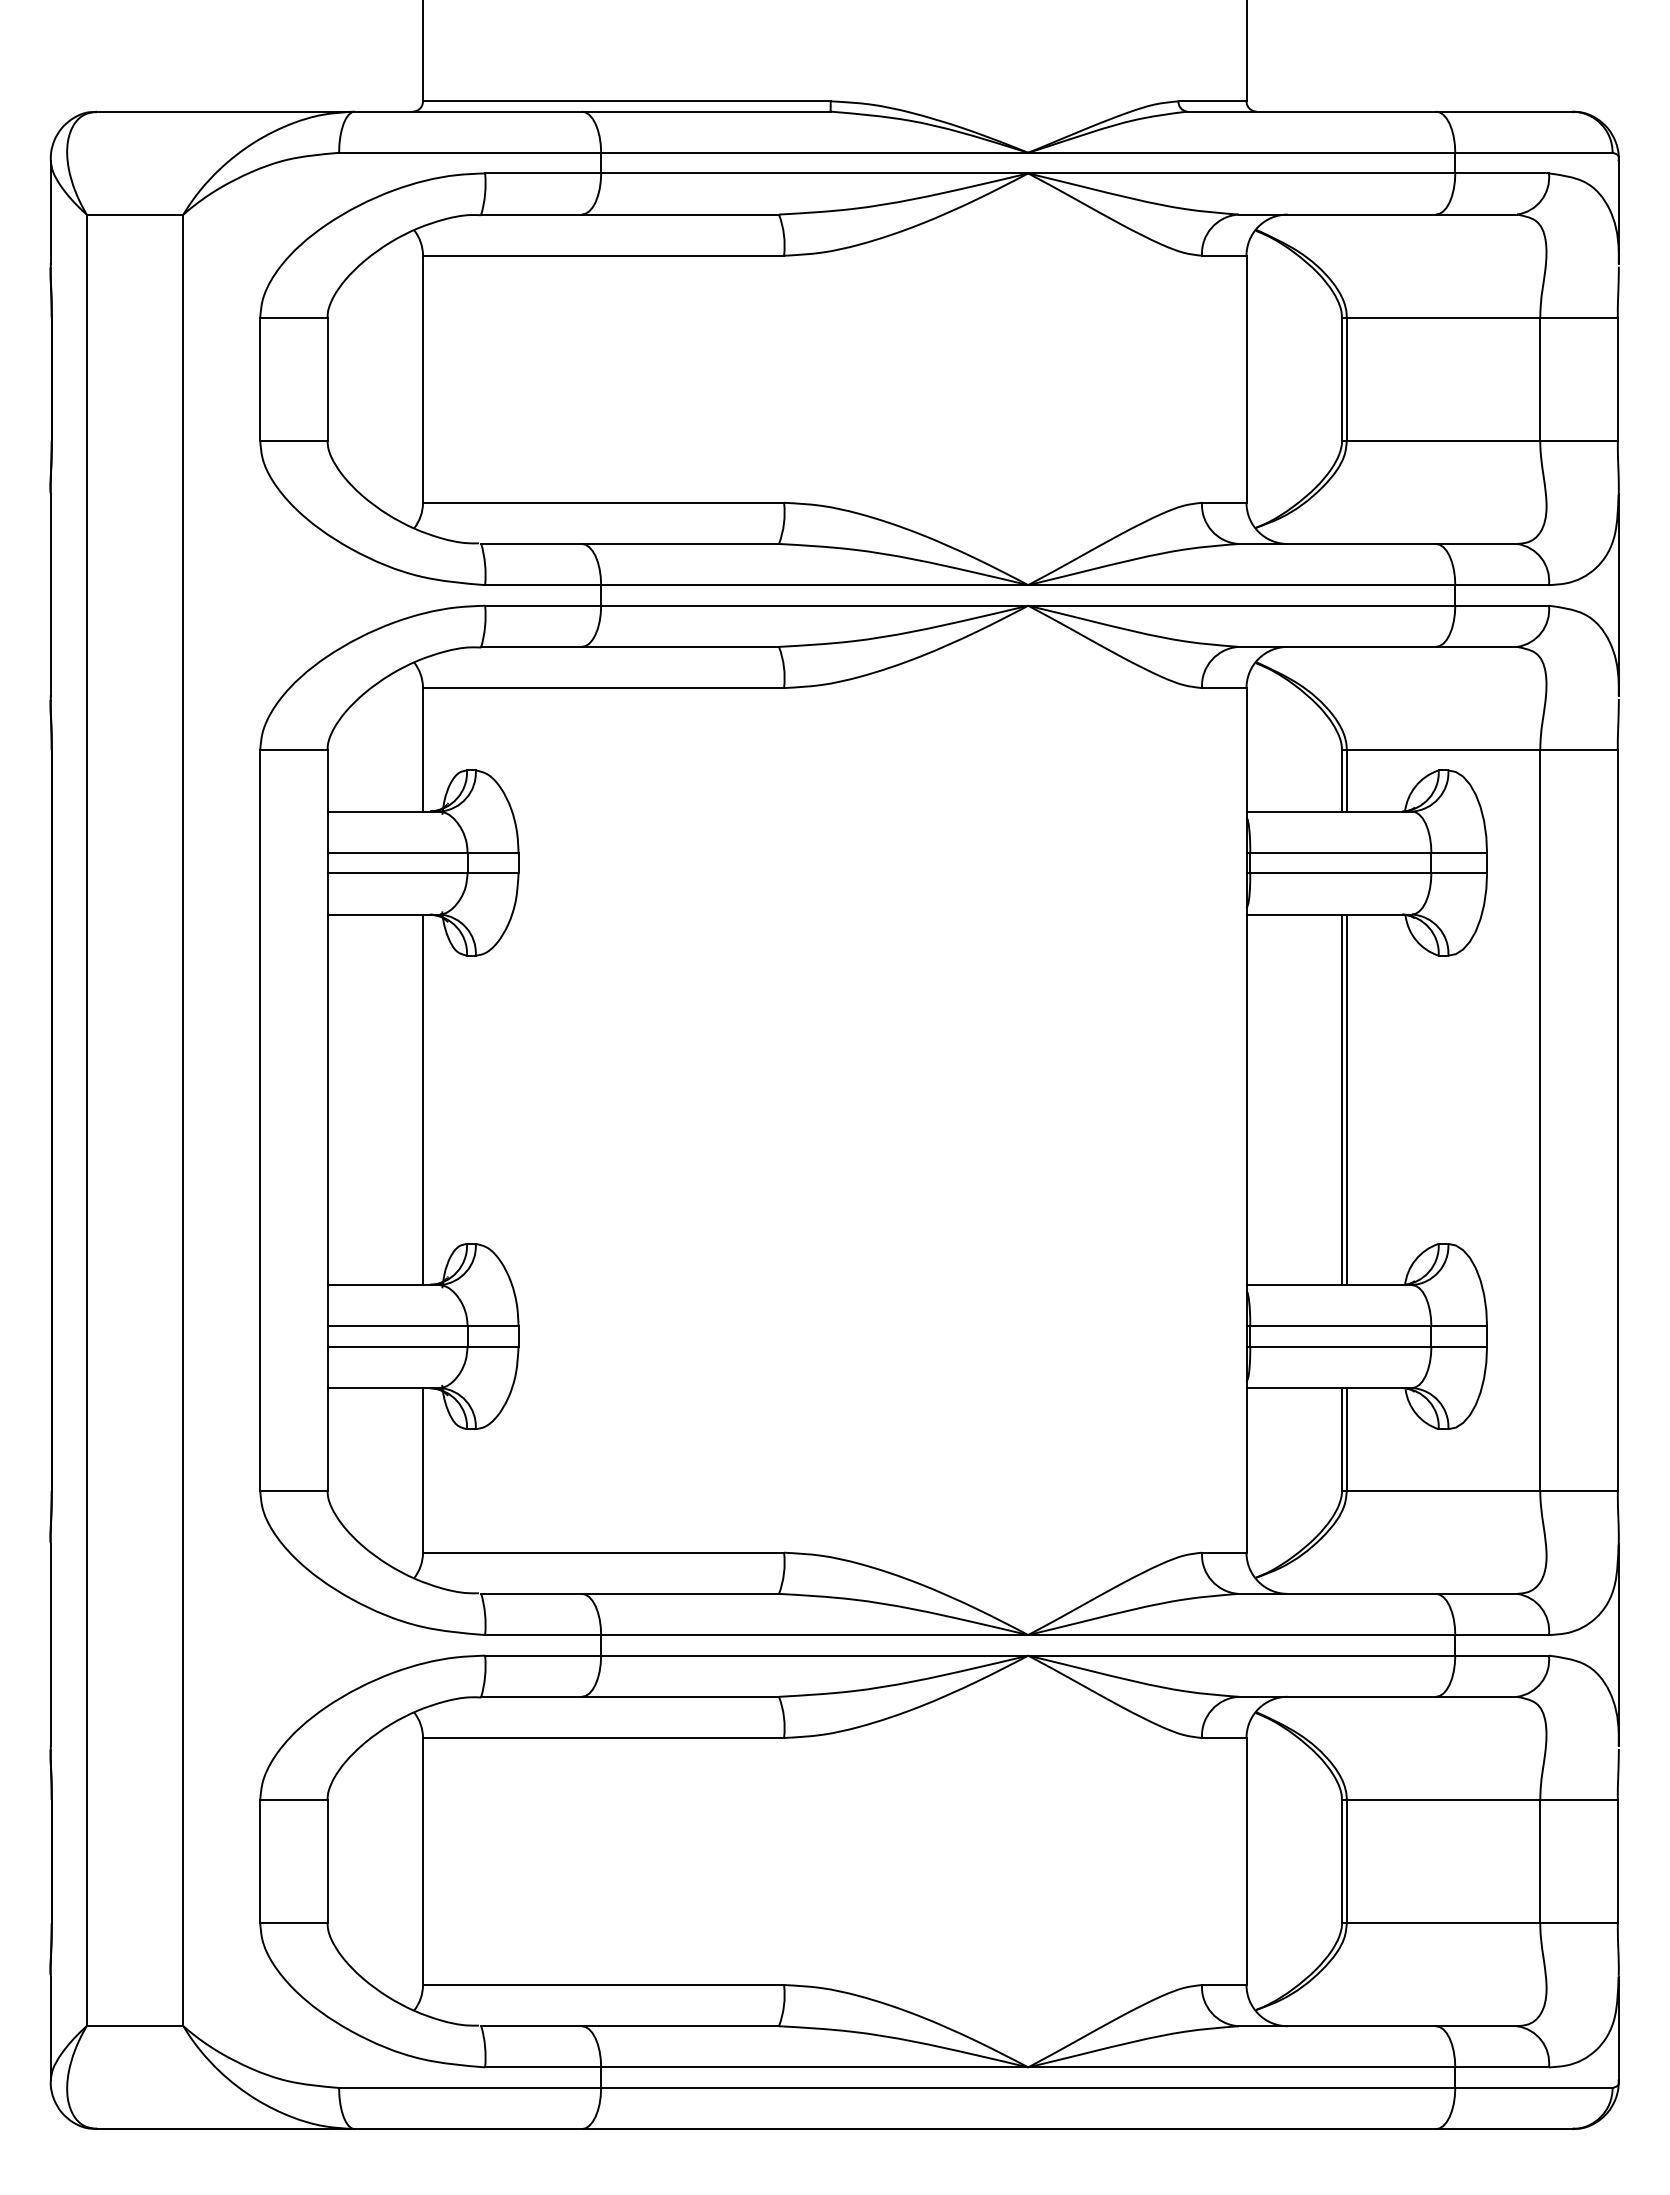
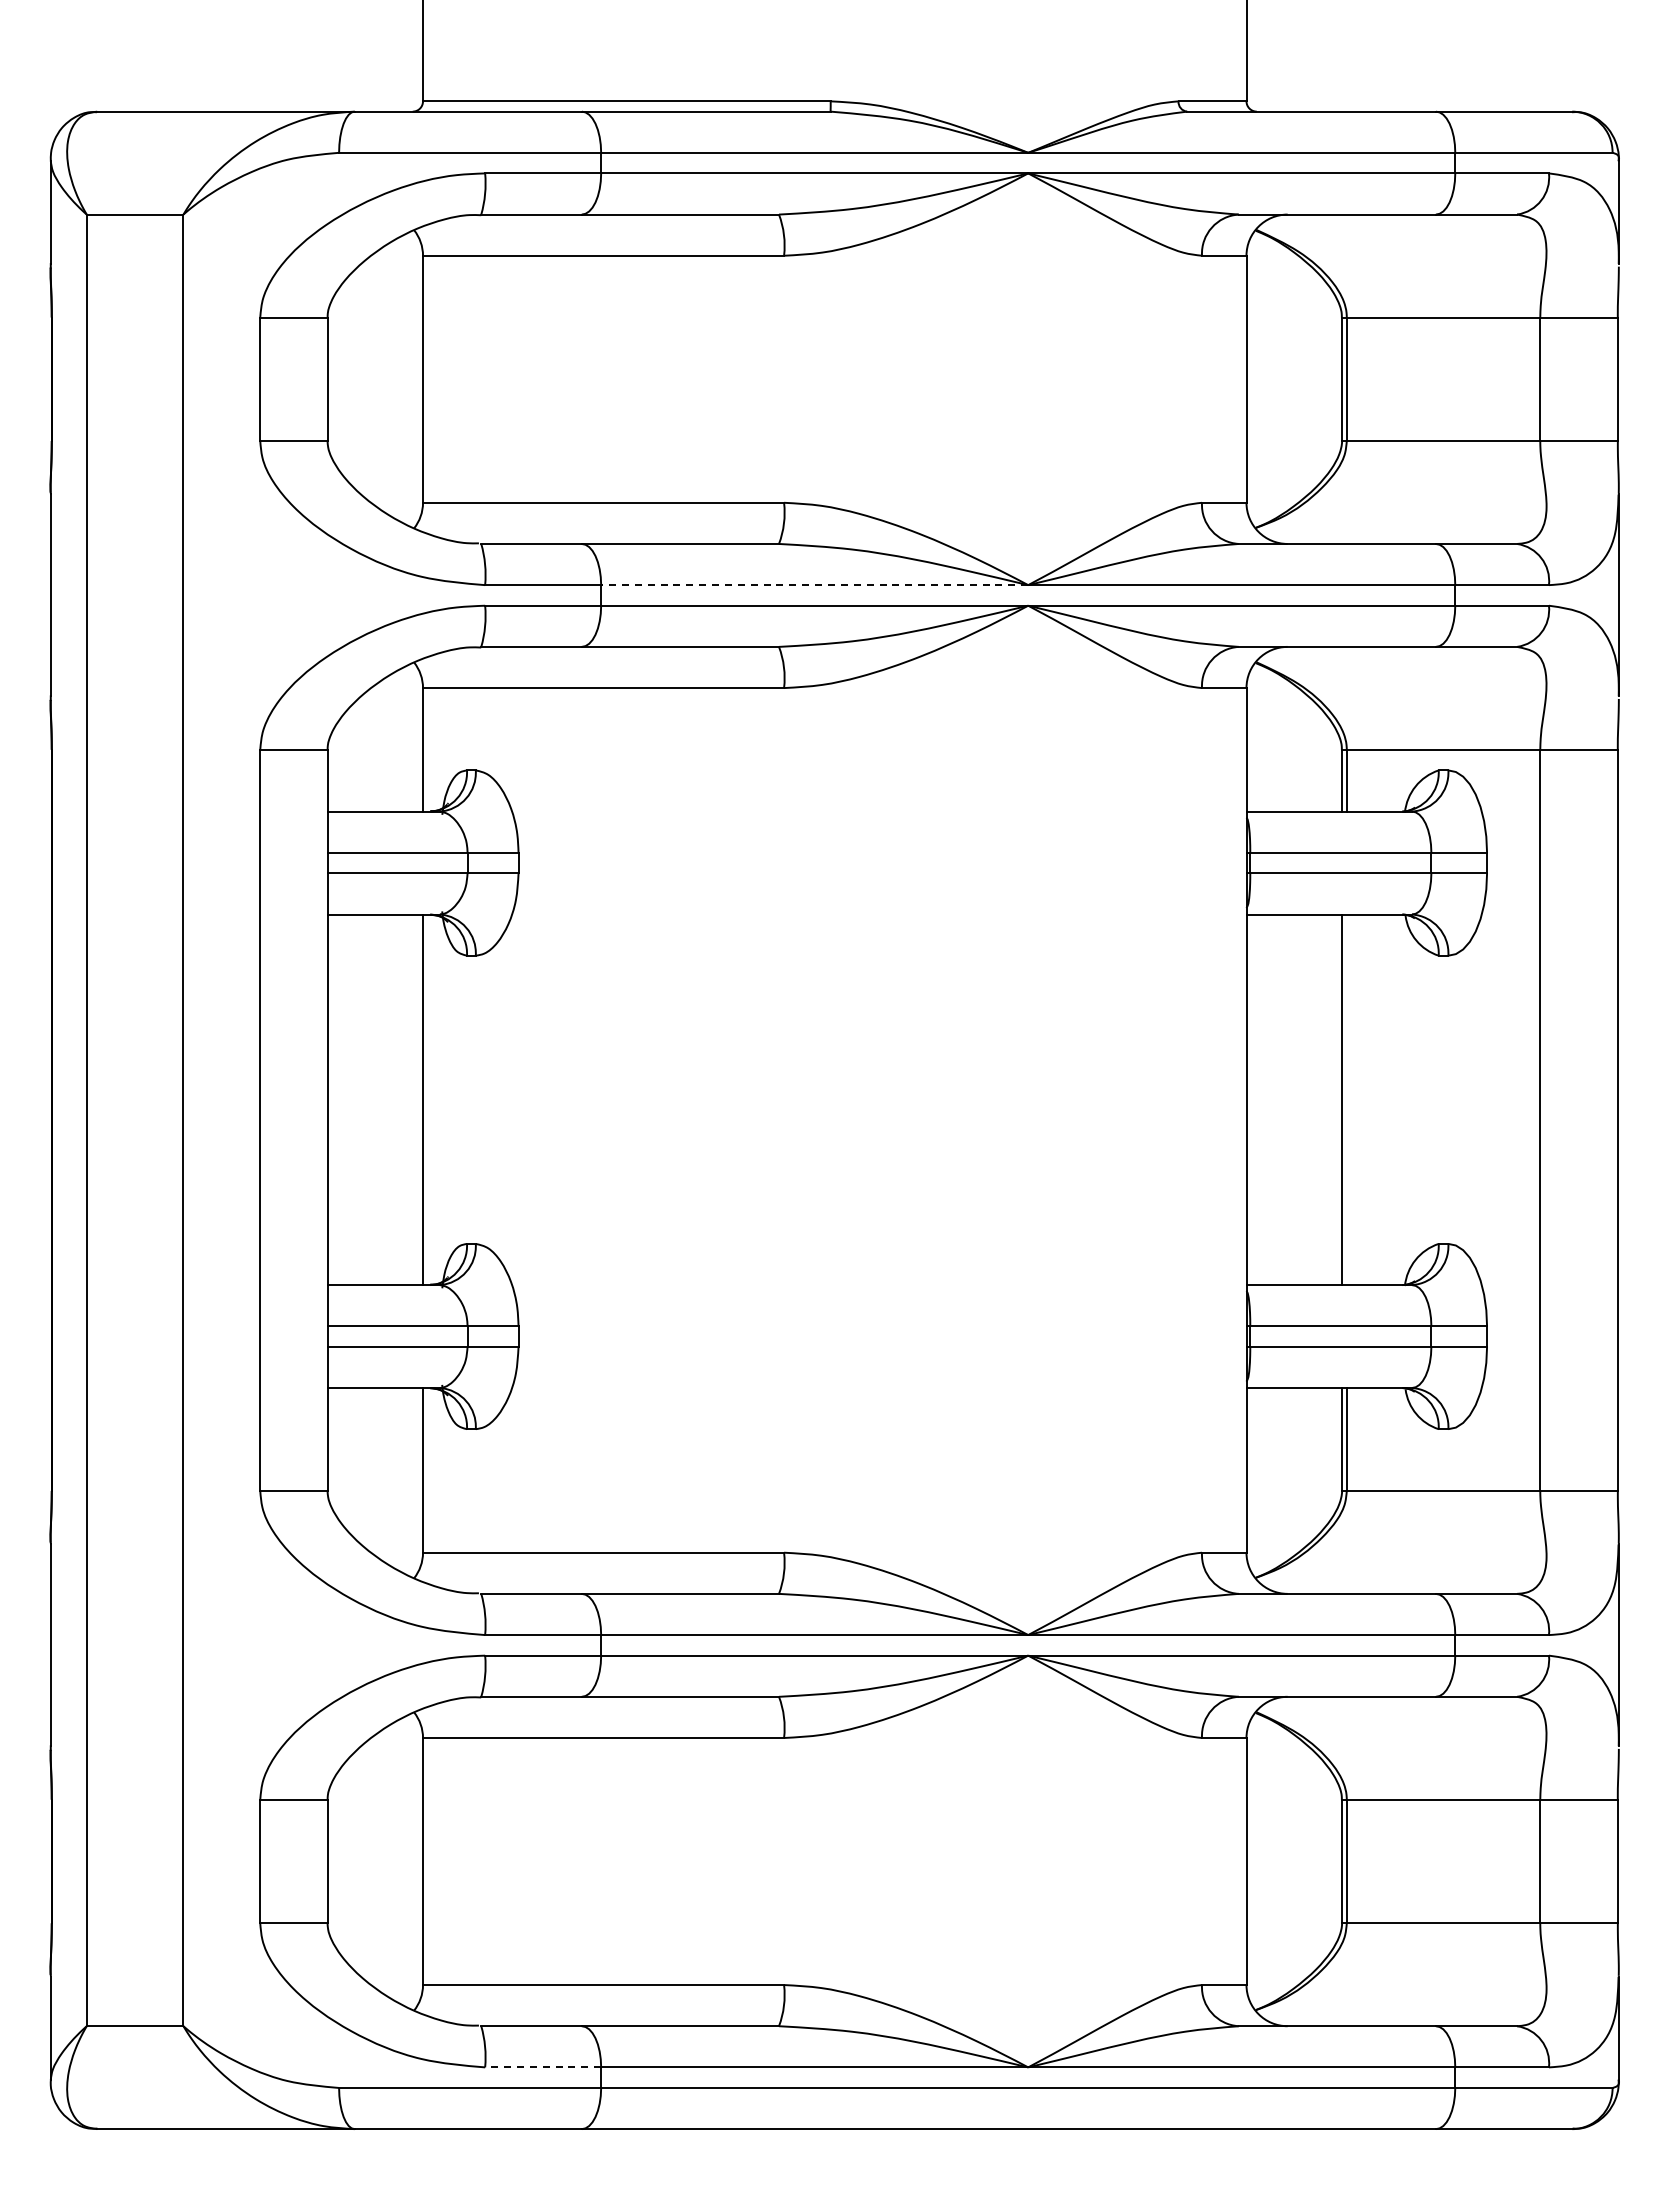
line at (814, 585): solid -> dashed
line at (1346, 1099): present -> none
line at (542, 2067): solid -> dashed
